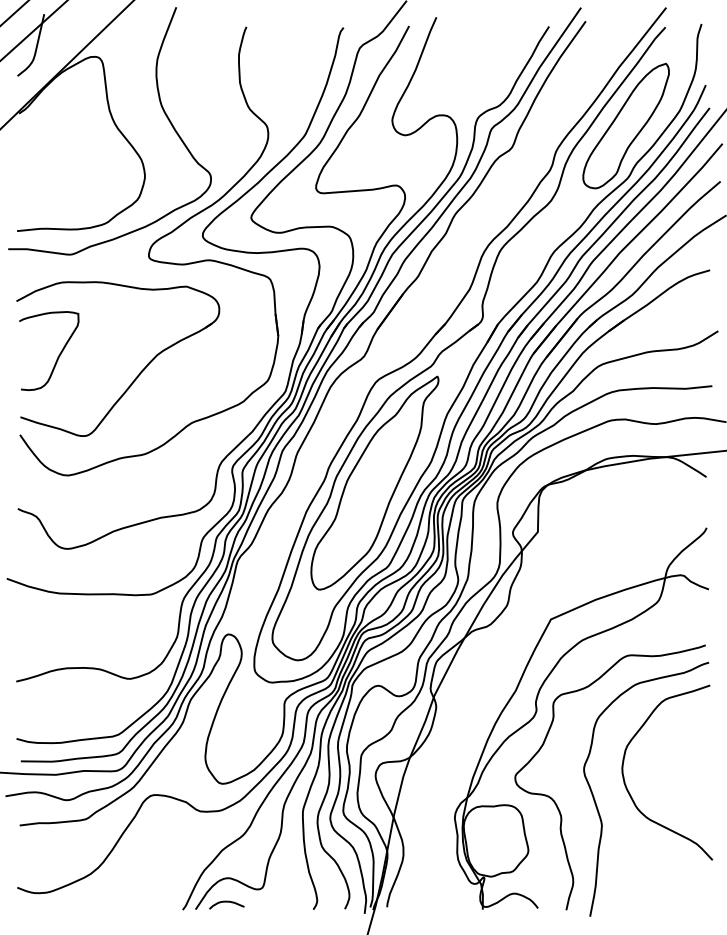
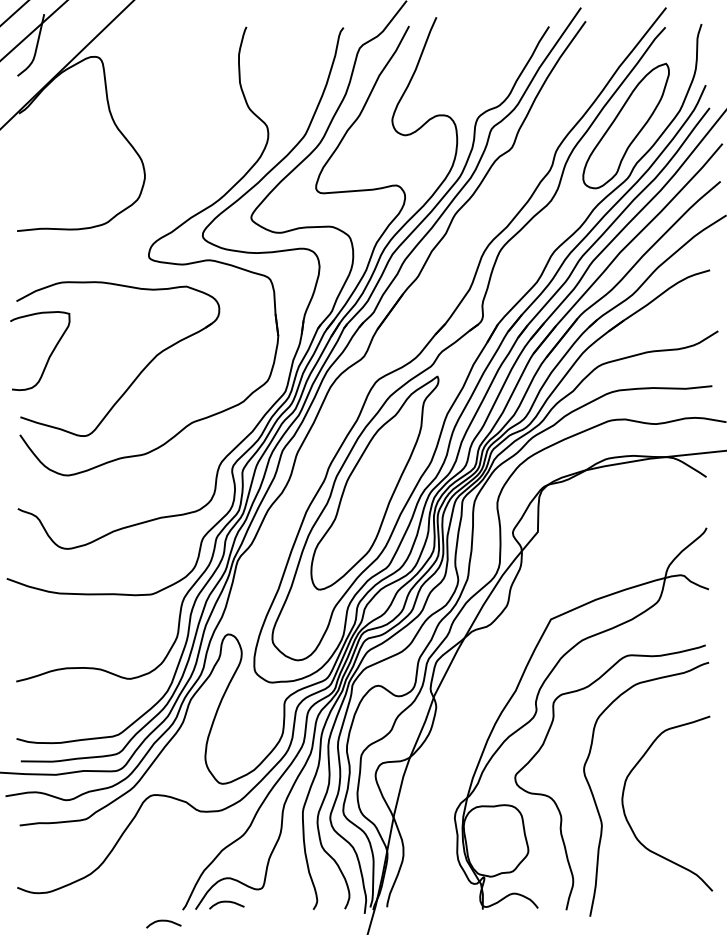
curve at (161, 108): present -> none
curve at (58, 355) position: (58, 355) -> (49, 355)
curve at (629, 791) position: (629, 791) -> (629, 822)
curve at (163, 921): none -> present
